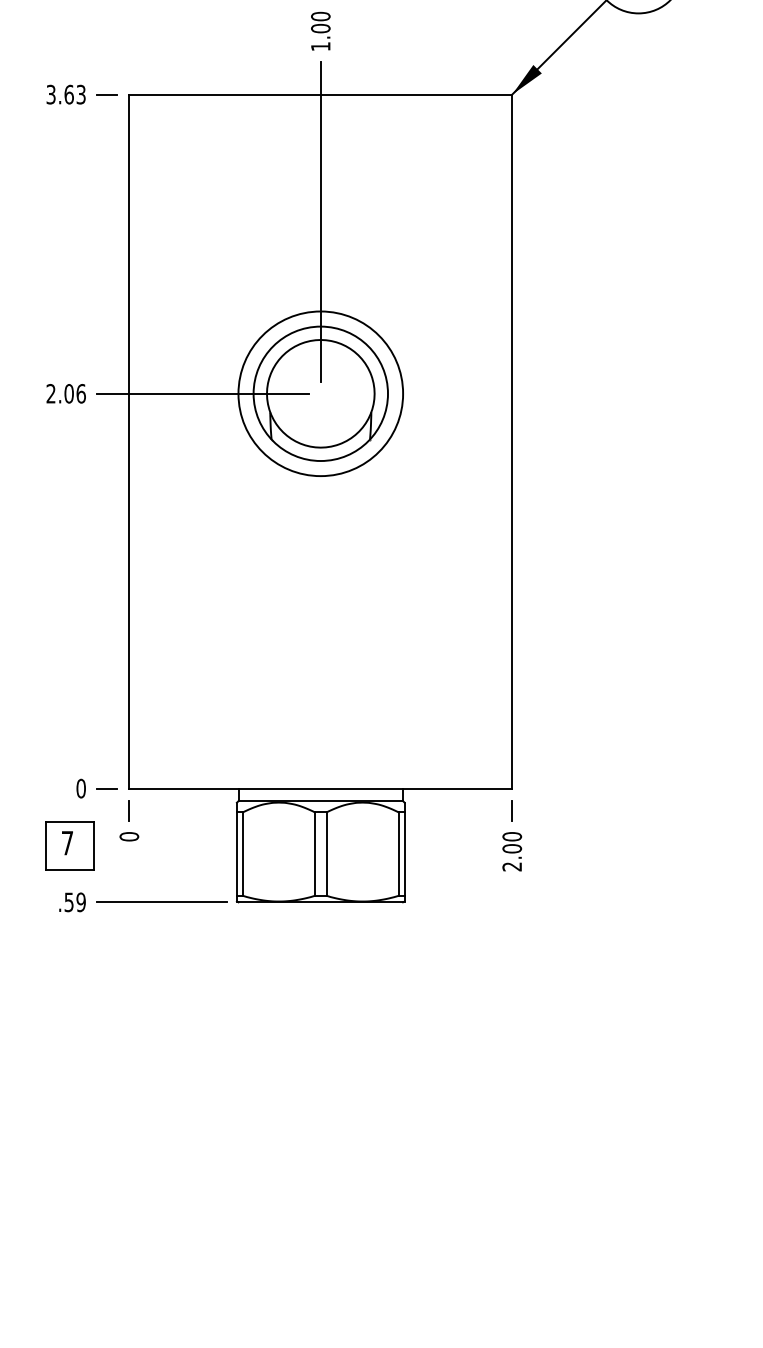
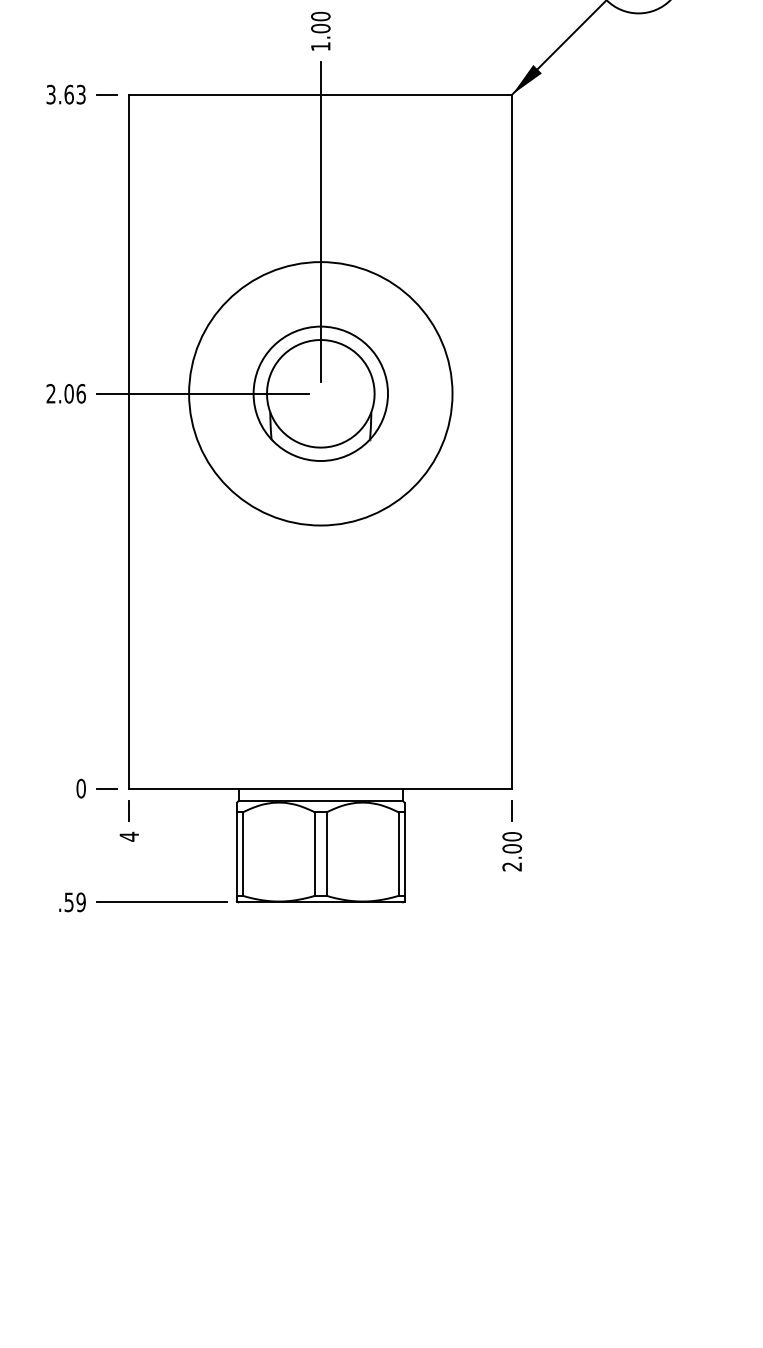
circle at (320, 393) diameter: 165 px -> 263 px
text at (129, 836): 0 -> 4
part at (69, 845): present -> none
